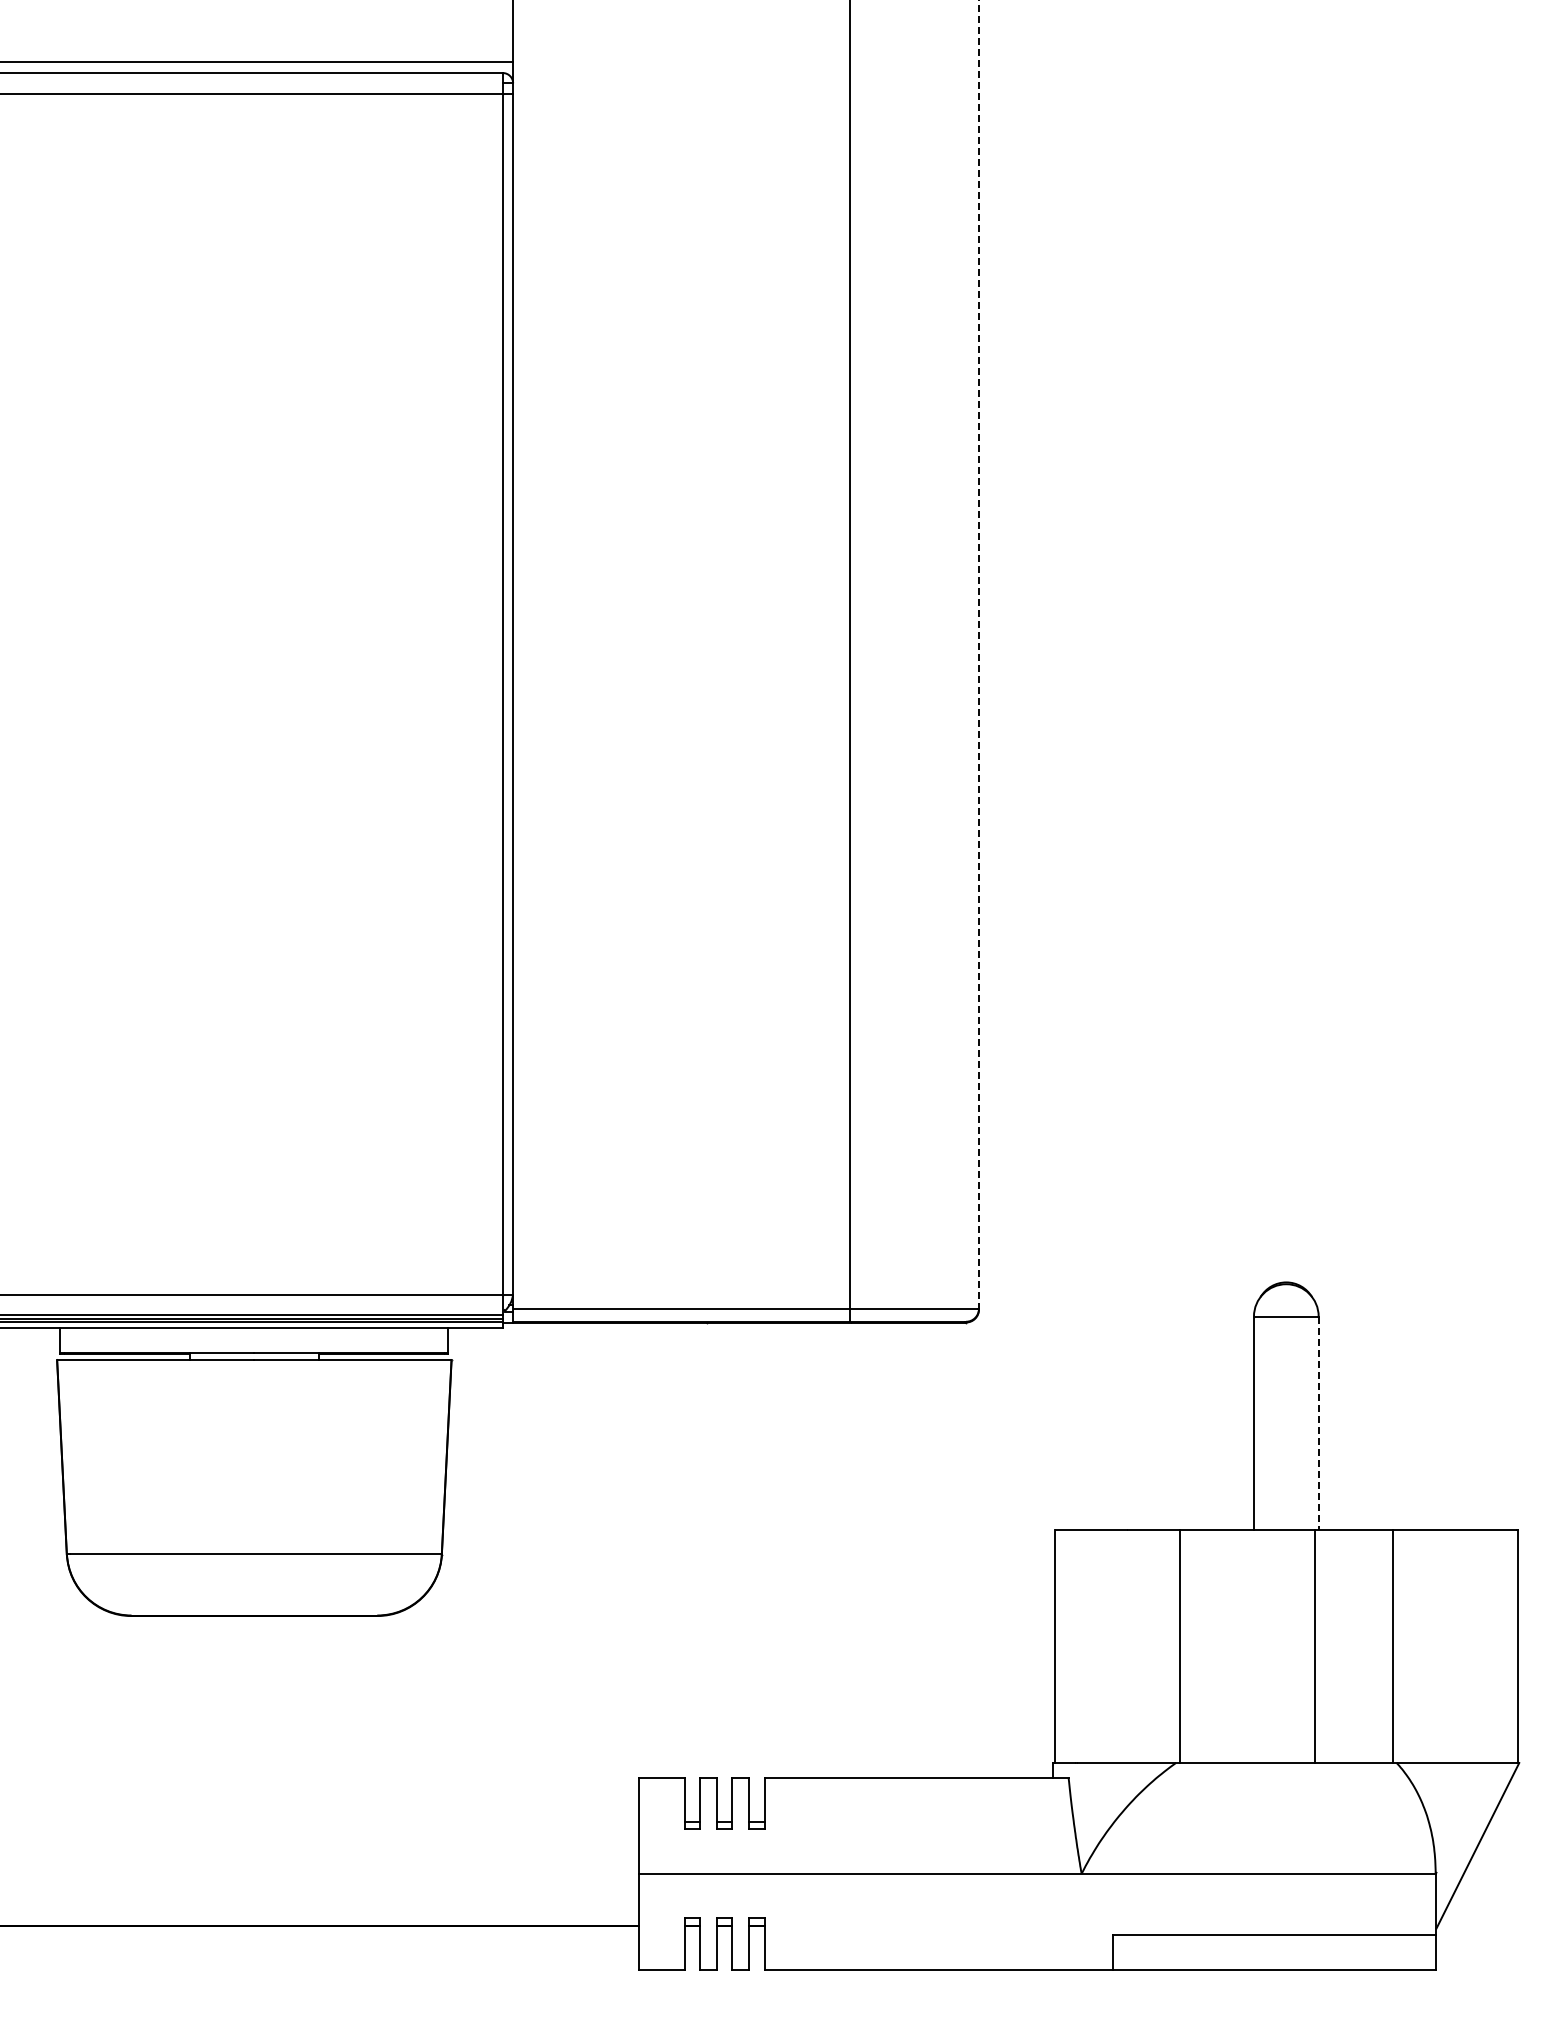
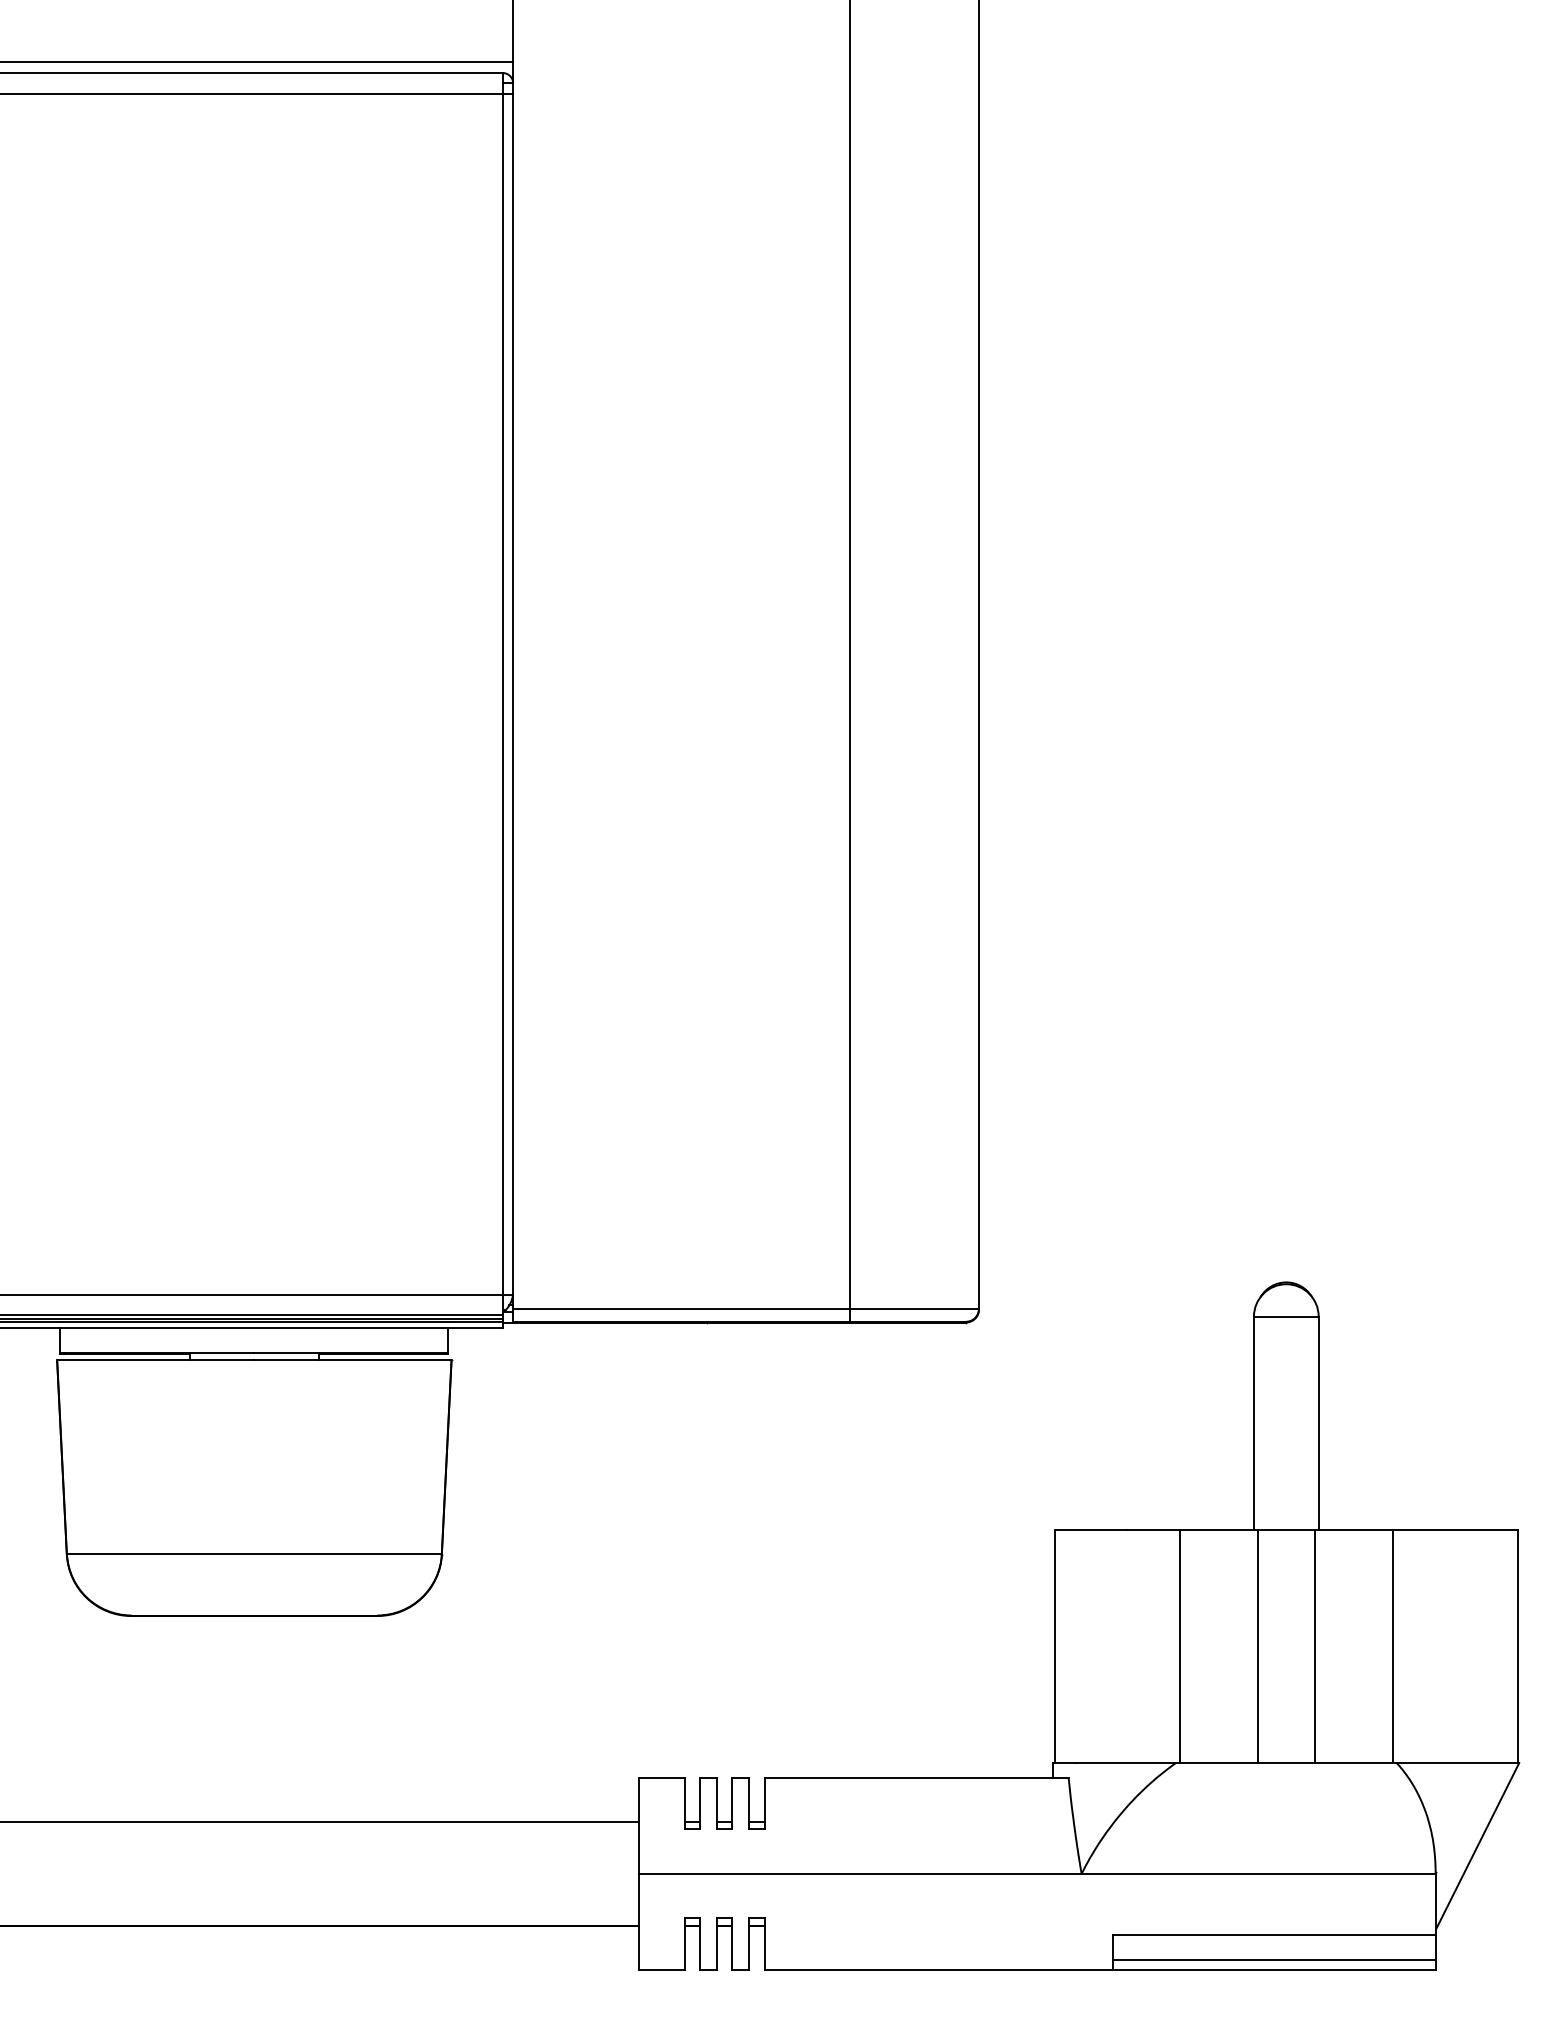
line at (978, 654): dashed -> solid
line at (1318, 1423): dashed -> solid
line at (1257, 1646): none -> present
line at (320, 1822): none -> present
line at (1274, 1960): none -> present
